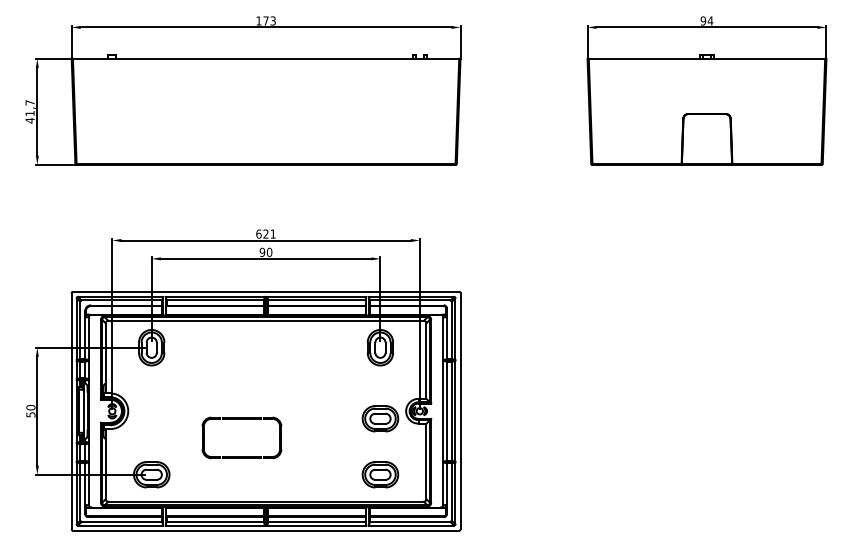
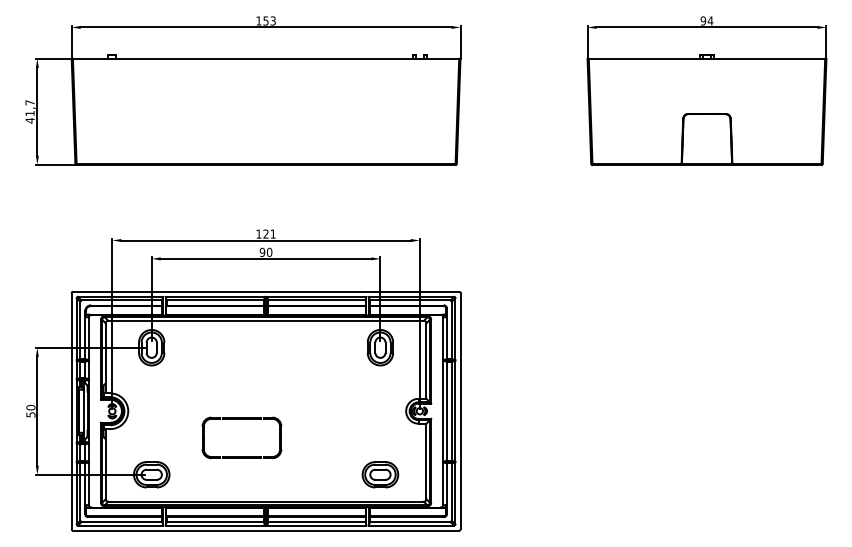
text at (265, 20): 173 -> 153
text at (258, 233): 621 -> 121
part at (380, 418): present -> none
